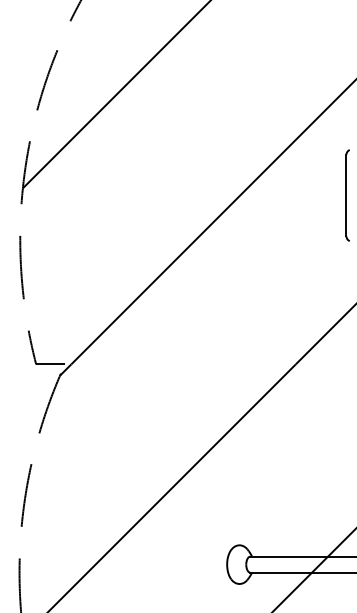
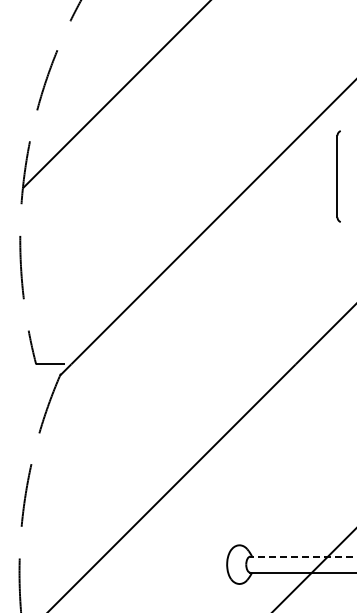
part at (347, 195) position: (347, 195) -> (338, 176)
line at (302, 556): solid -> dashed
